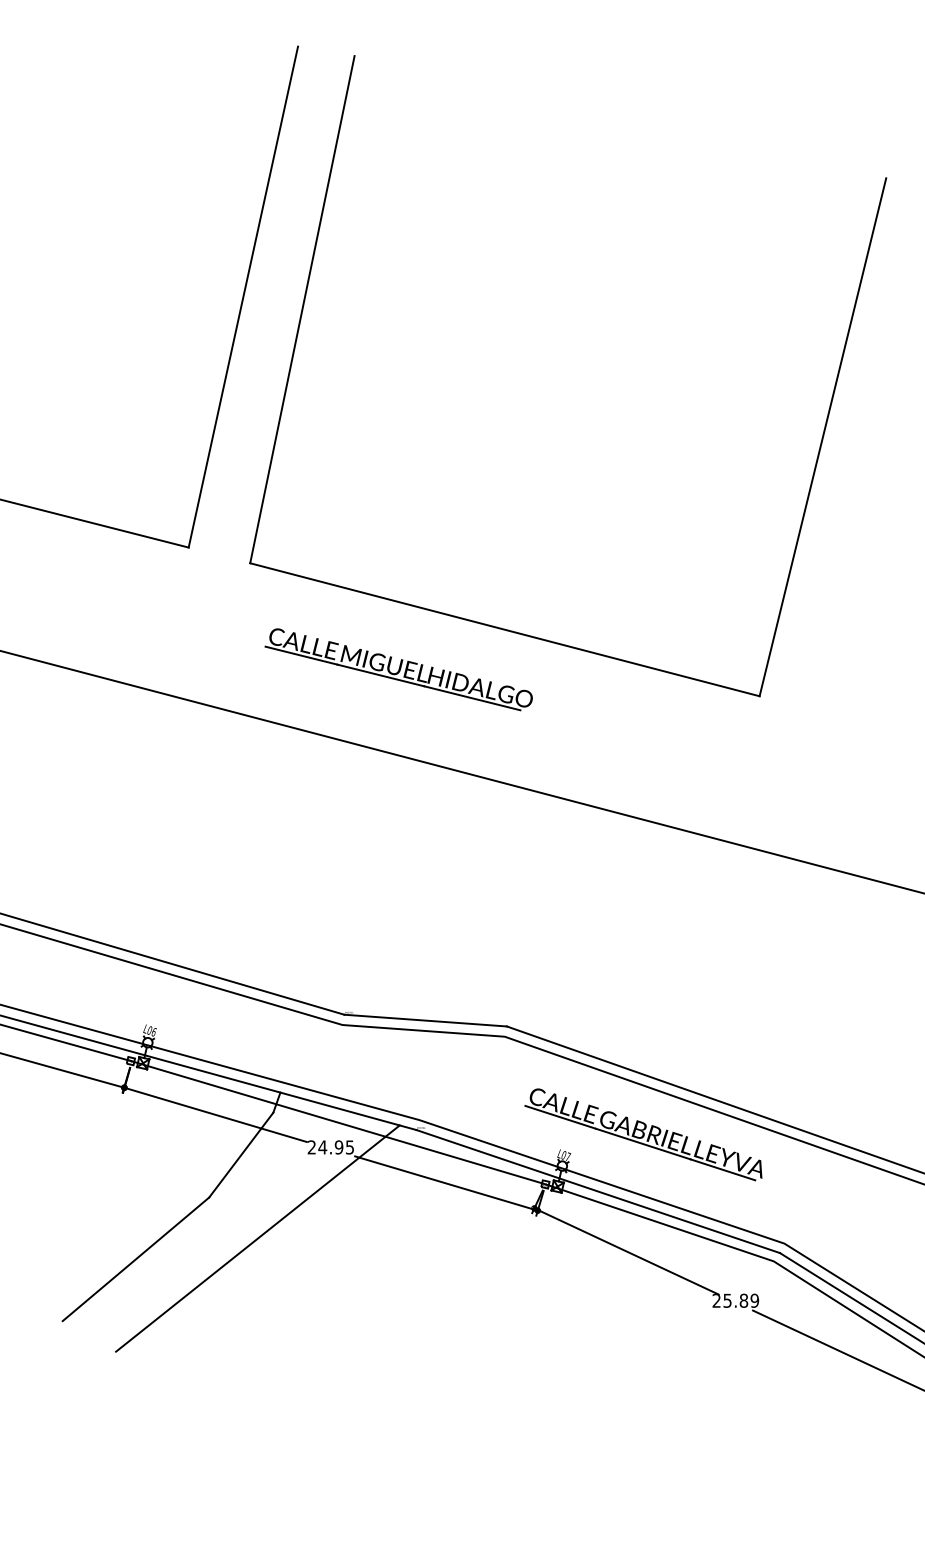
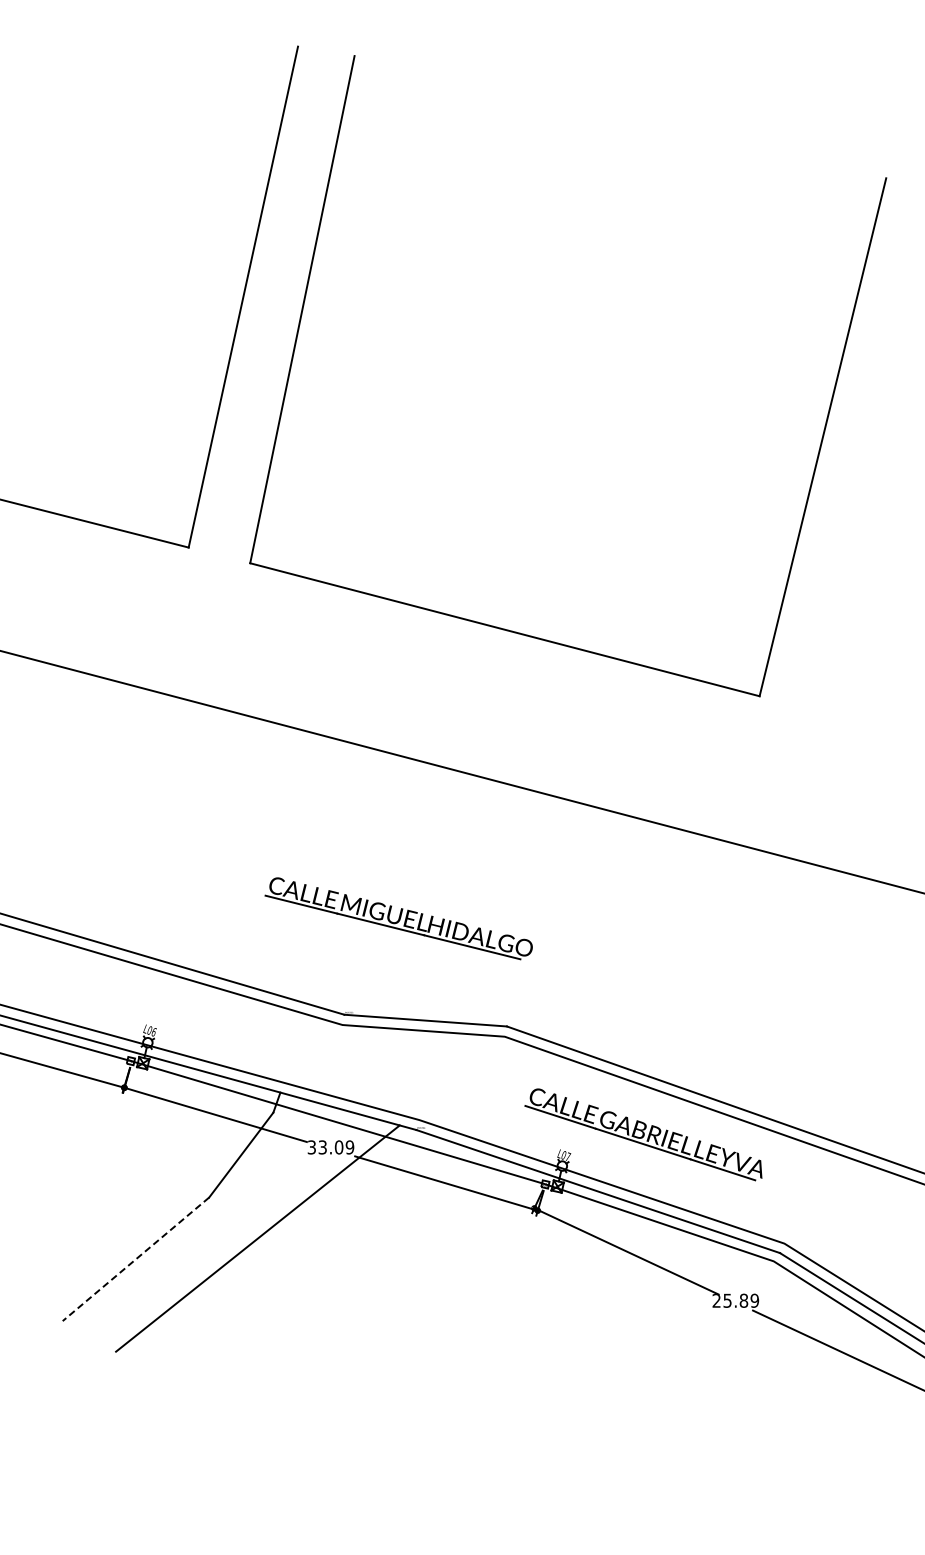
part at (398, 669) position: (398, 669) -> (398, 918)
text at (330, 1147): 24.95 -> 33.09
line at (135, 1259): solid -> dashed
